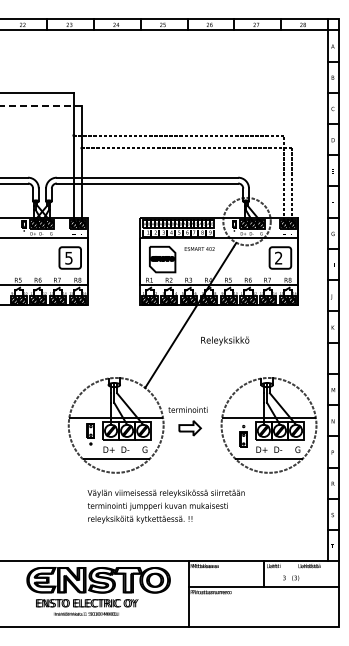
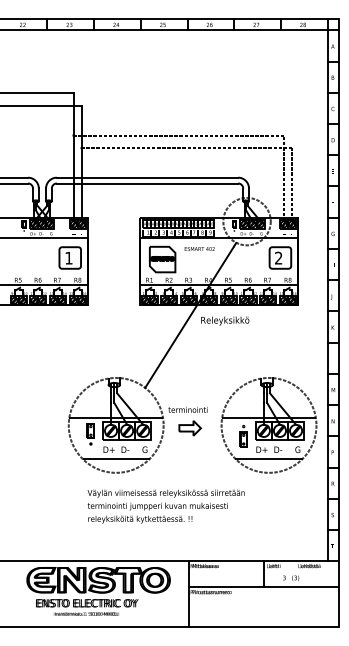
line at (40, 106): dashed -> solid
text at (68, 258): 5 -> 1
text at (225, 340) position: (225, 340) -> (225, 320)
